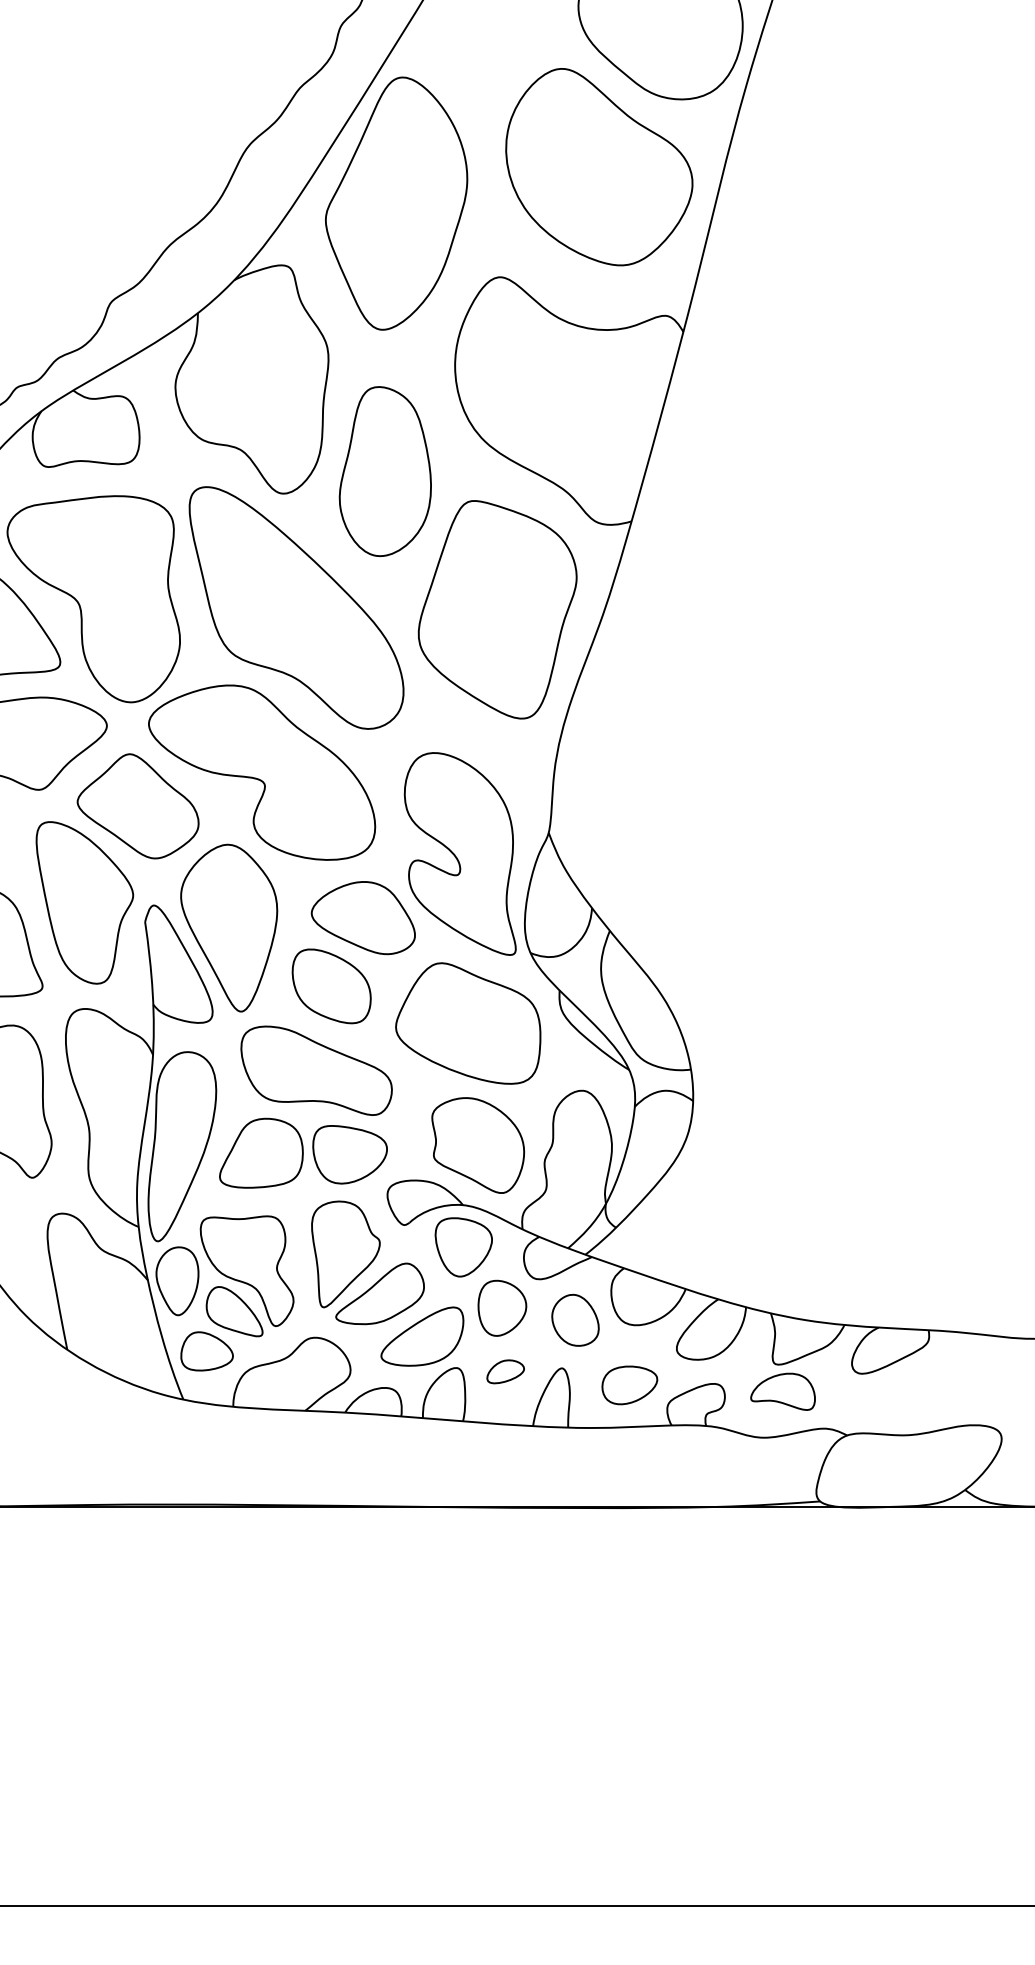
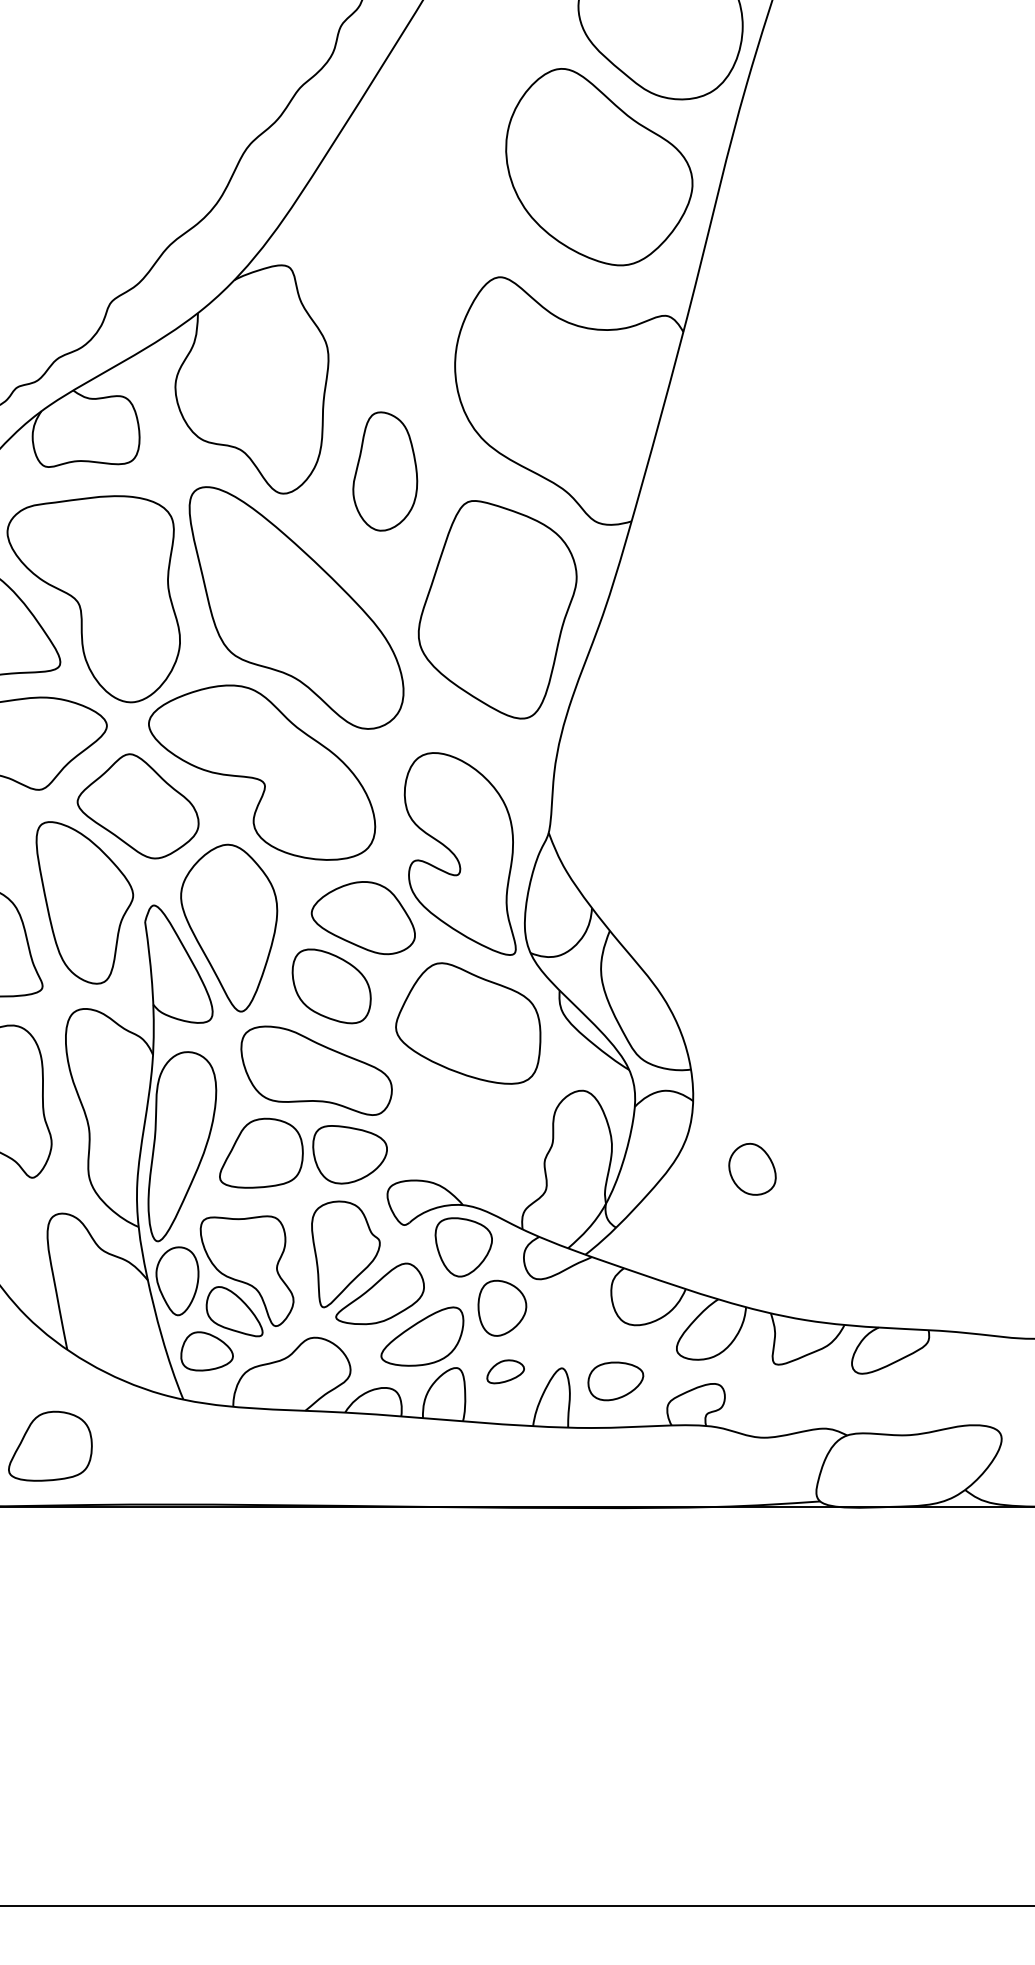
part at (396, 203): present -> none
part at (384, 471) size: 94x171 px -> 67x121 px
part at (478, 1145): present -> none
part at (575, 1319) position: (575, 1319) -> (752, 1168)
part at (629, 1385) position: (629, 1385) -> (615, 1381)
part at (782, 1391): present -> none
part at (50, 1445): none -> present
